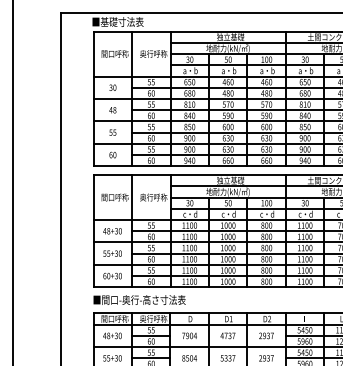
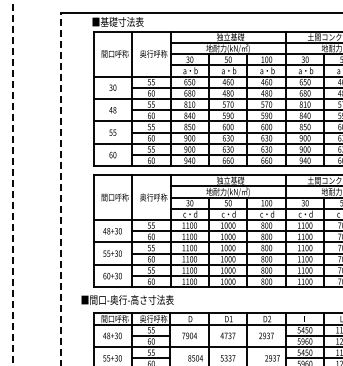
line at (13, 183): solid -> dashed
line at (61, 188): solid -> dashed
text at (139, 299) position: (139, 299) -> (127, 299)
text at (189, 358) position: (189, 358) -> (195, 358)
text at (266, 358) position: (266, 358) -> (272, 358)
